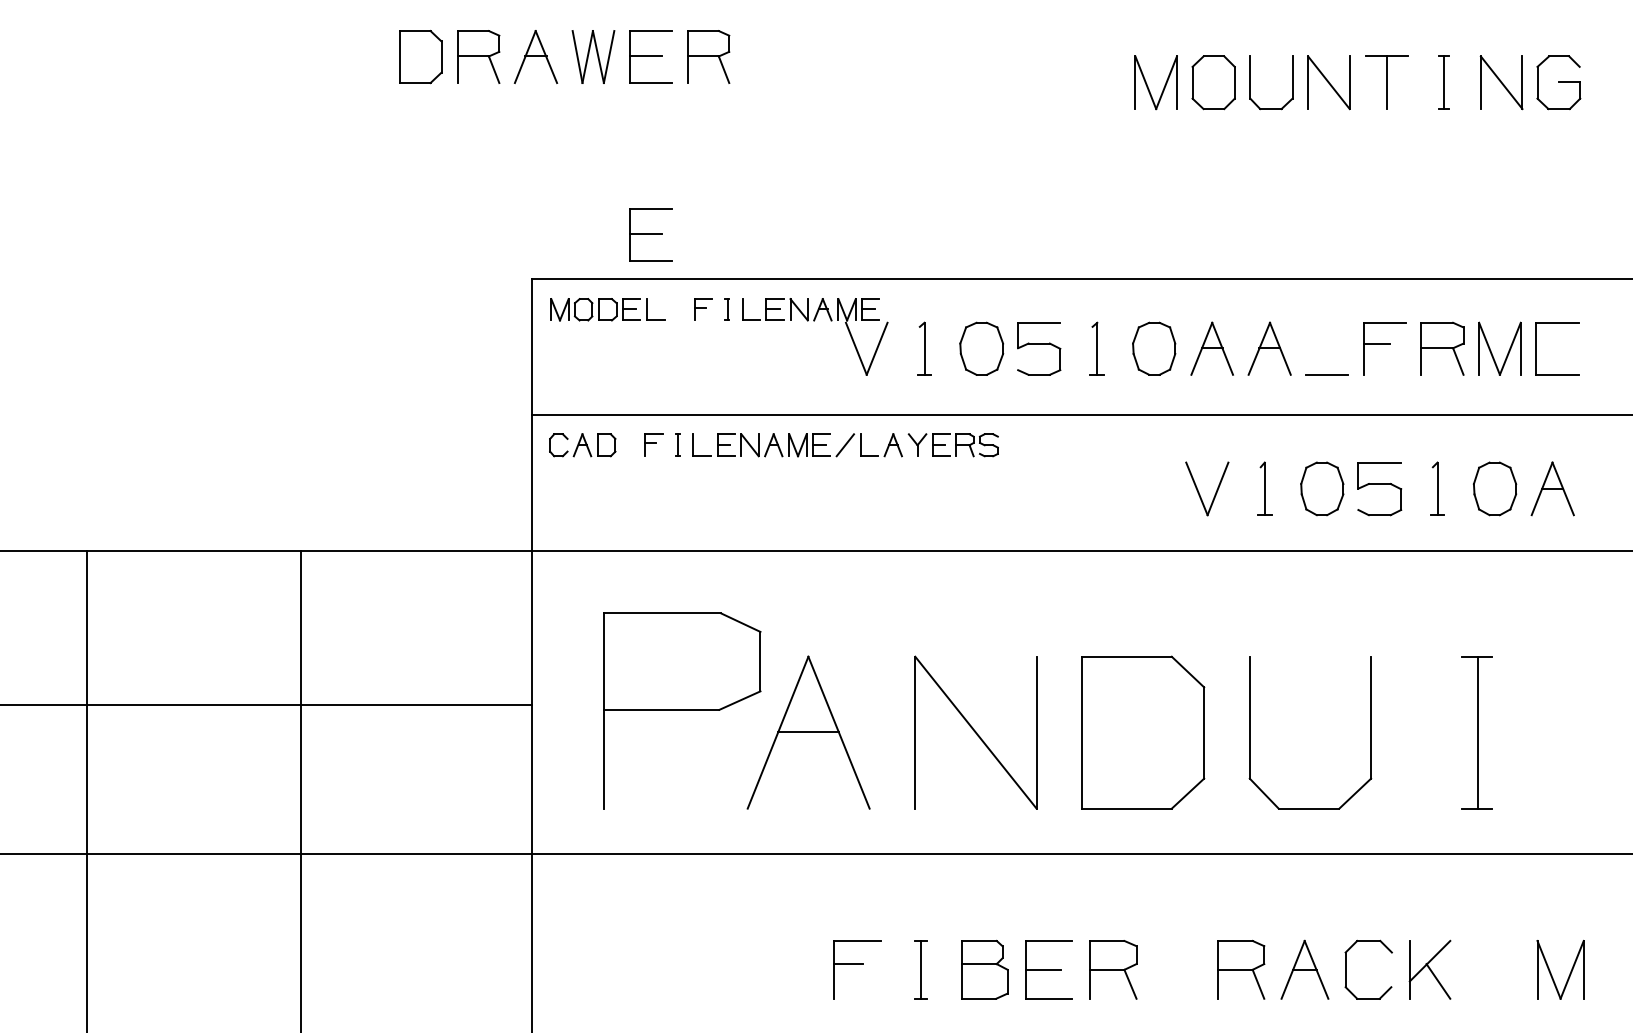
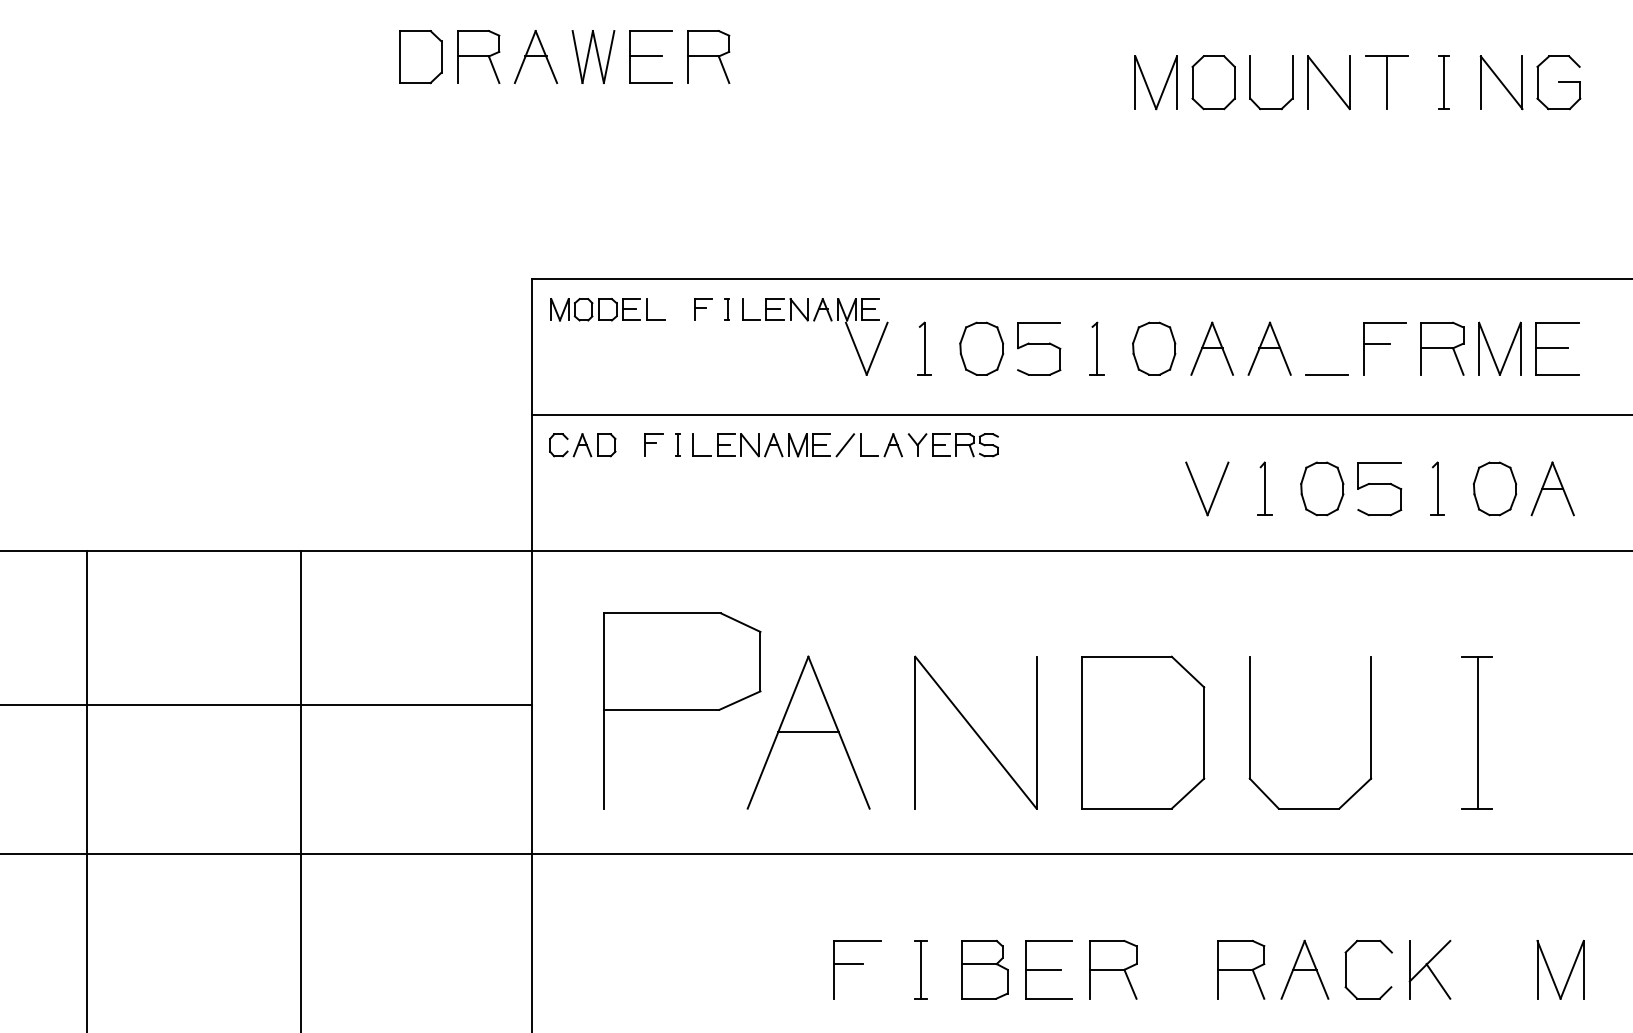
part at (650, 234): present -> none
line at (1552, 348): none -> present
